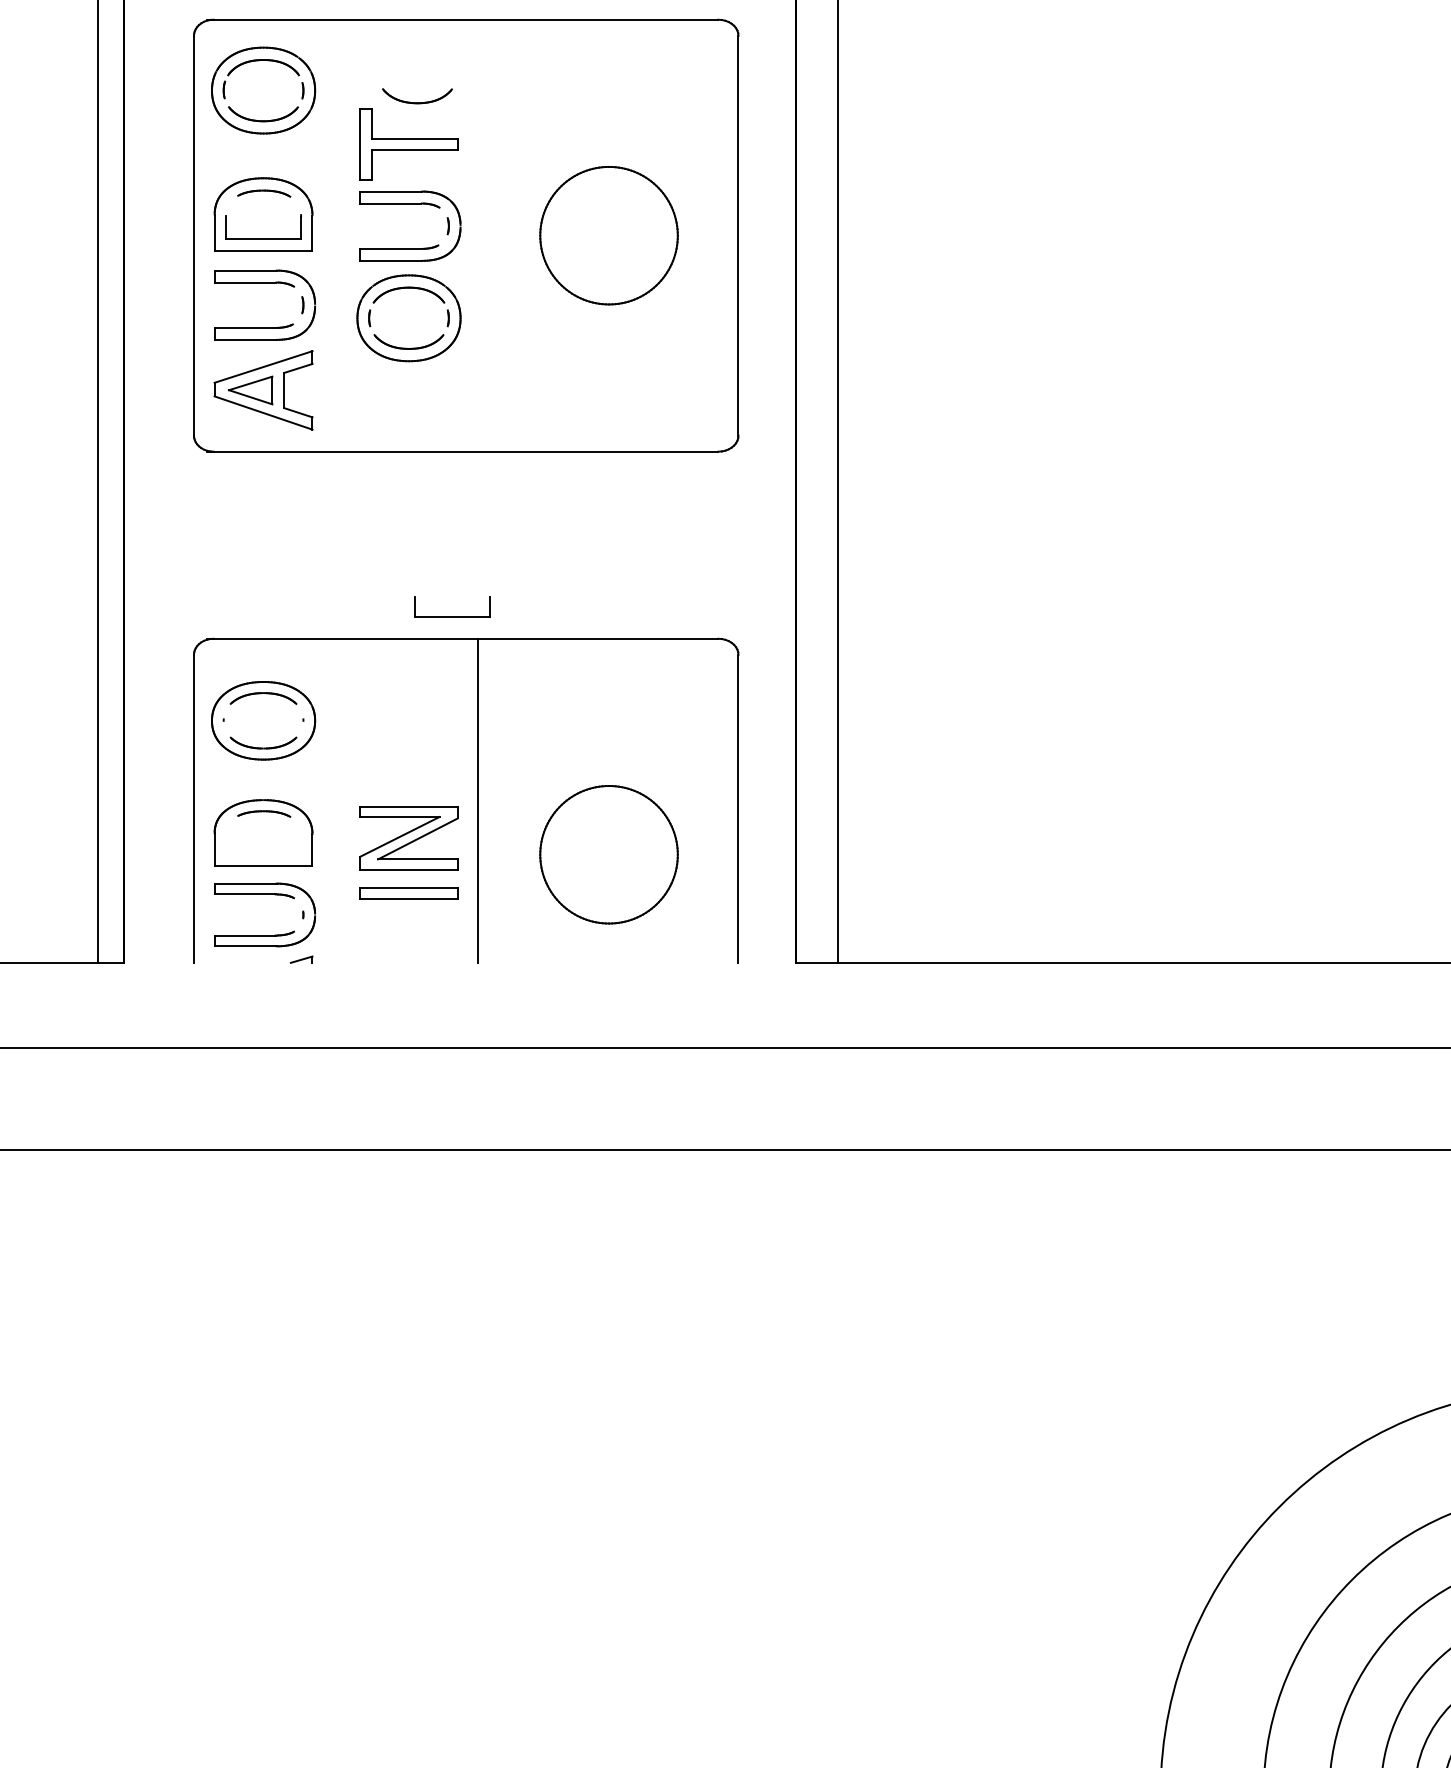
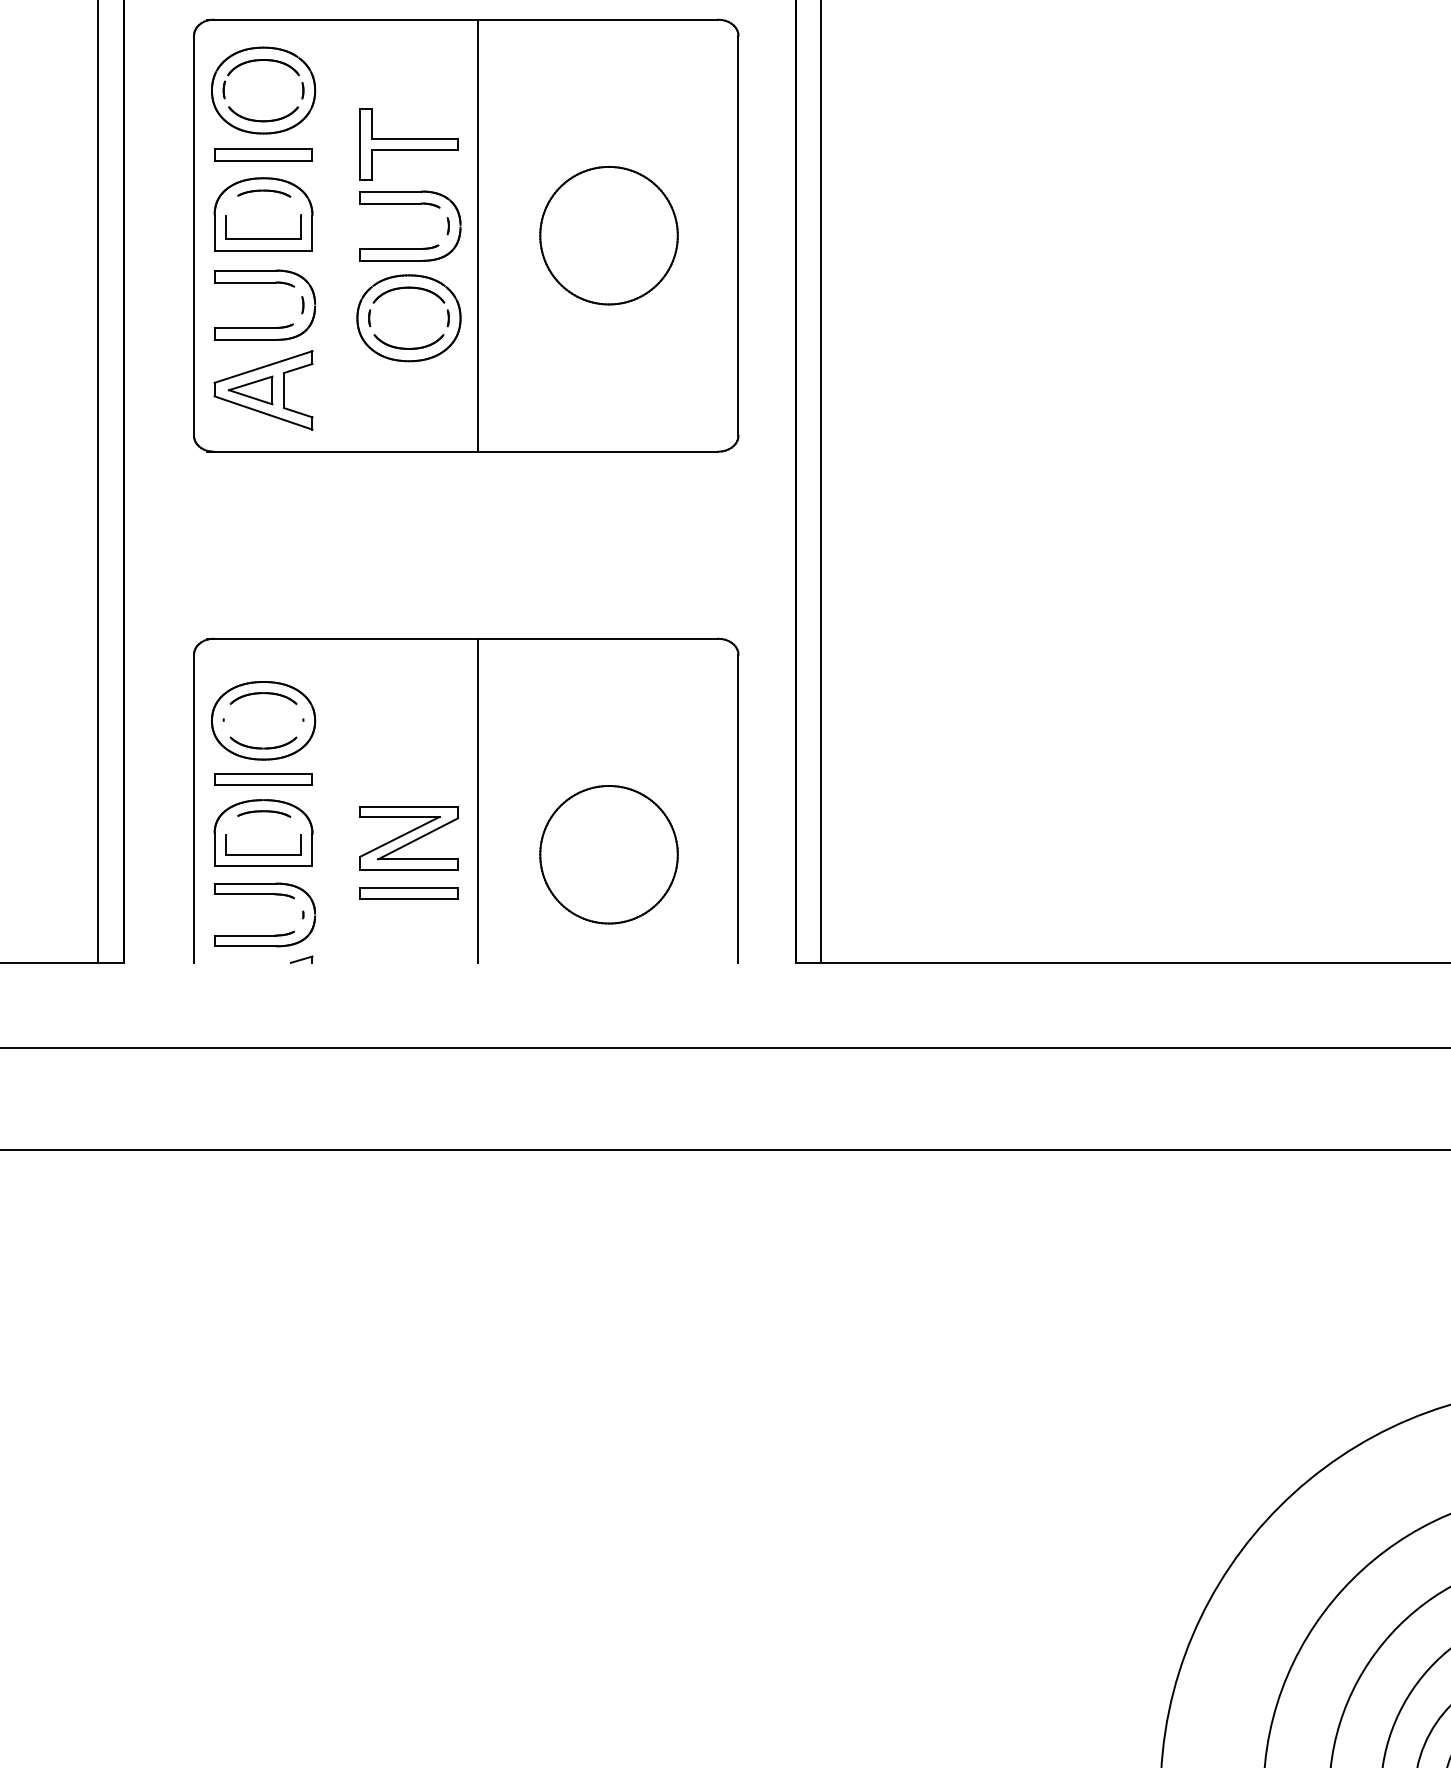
part at (417, 96): present -> none
part at (263, 154): none -> present
line at (478, 235): none -> present
line at (837, 482) position: (837, 482) -> (820, 482)
part at (452, 616) position: (452, 616) -> (263, 854)
part at (263, 779): none -> present
